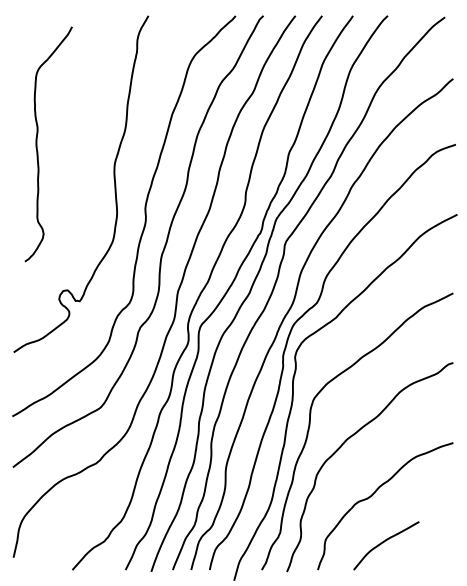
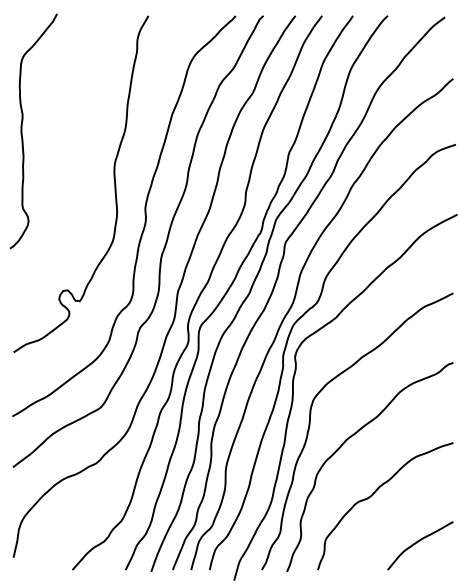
curve at (37, 144) position: (37, 144) -> (22, 131)
curve at (384, 542) position: (384, 542) -> (418, 542)
